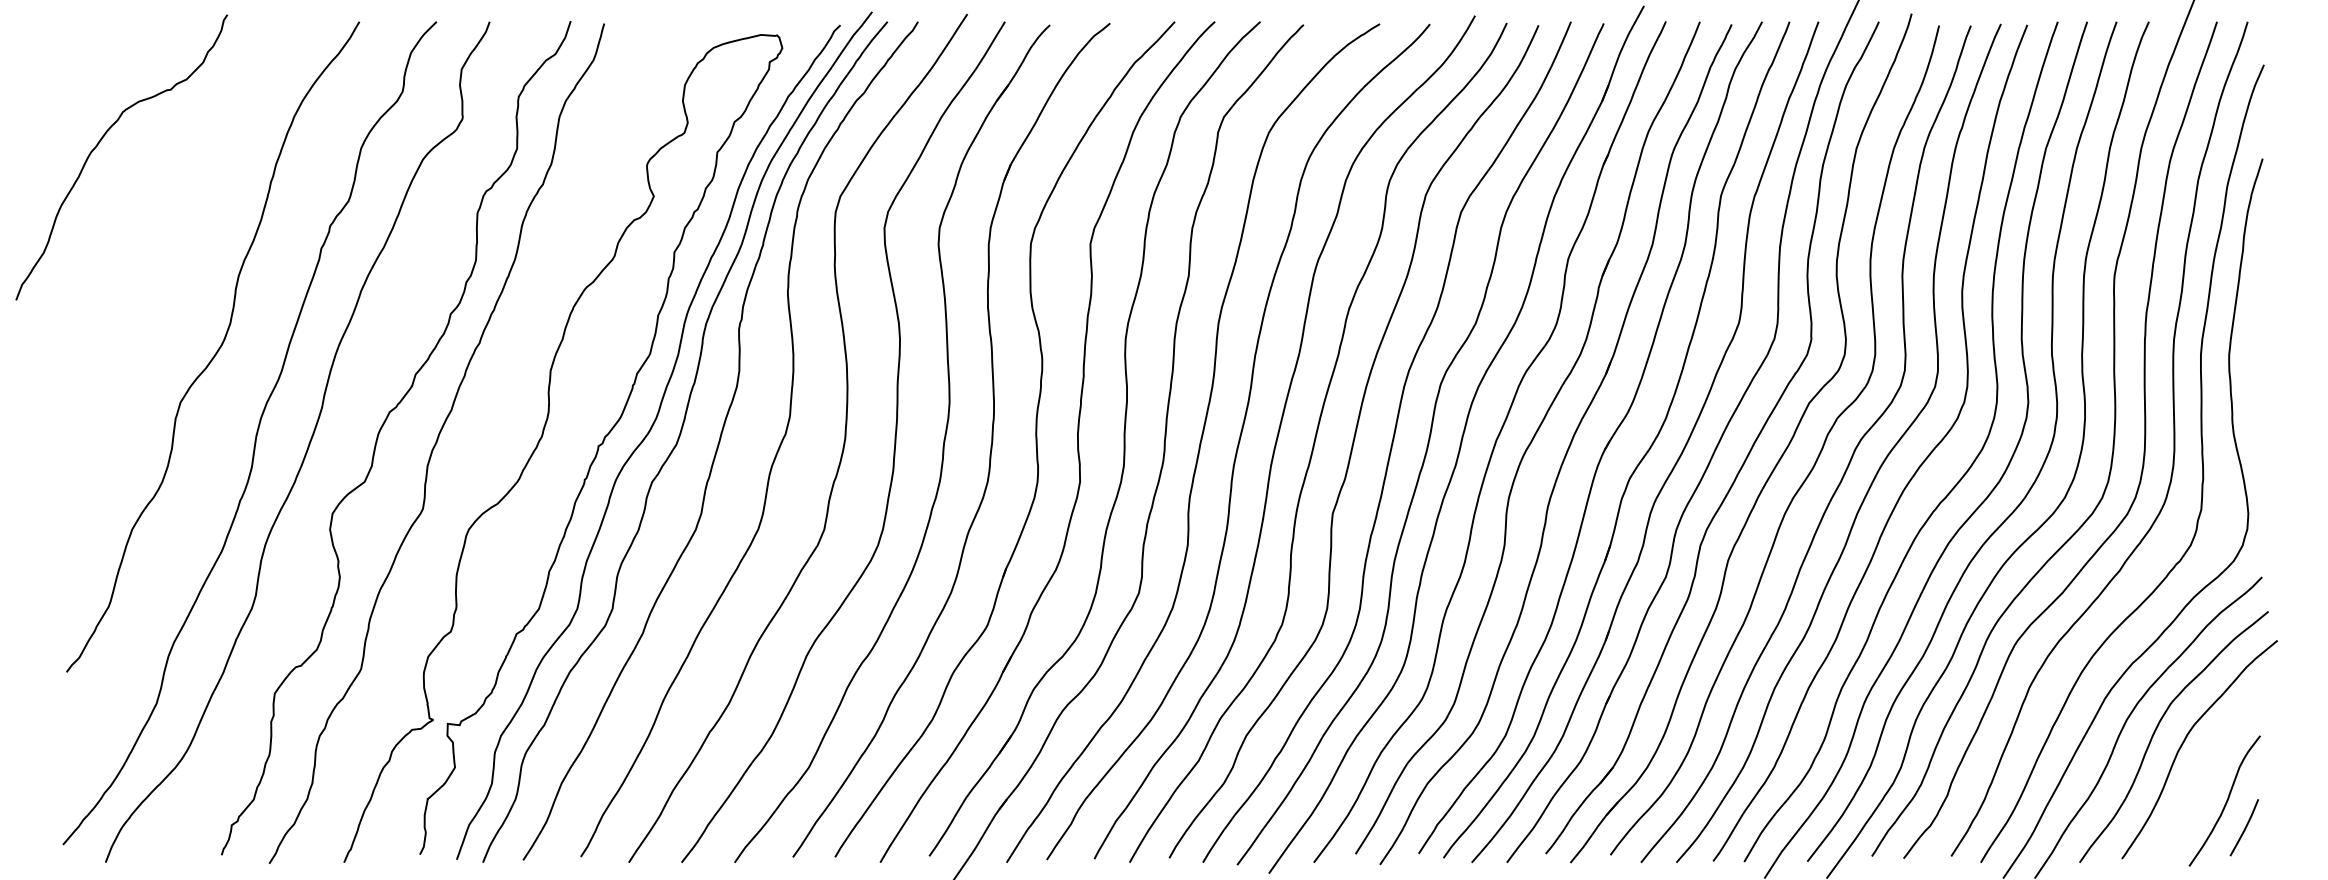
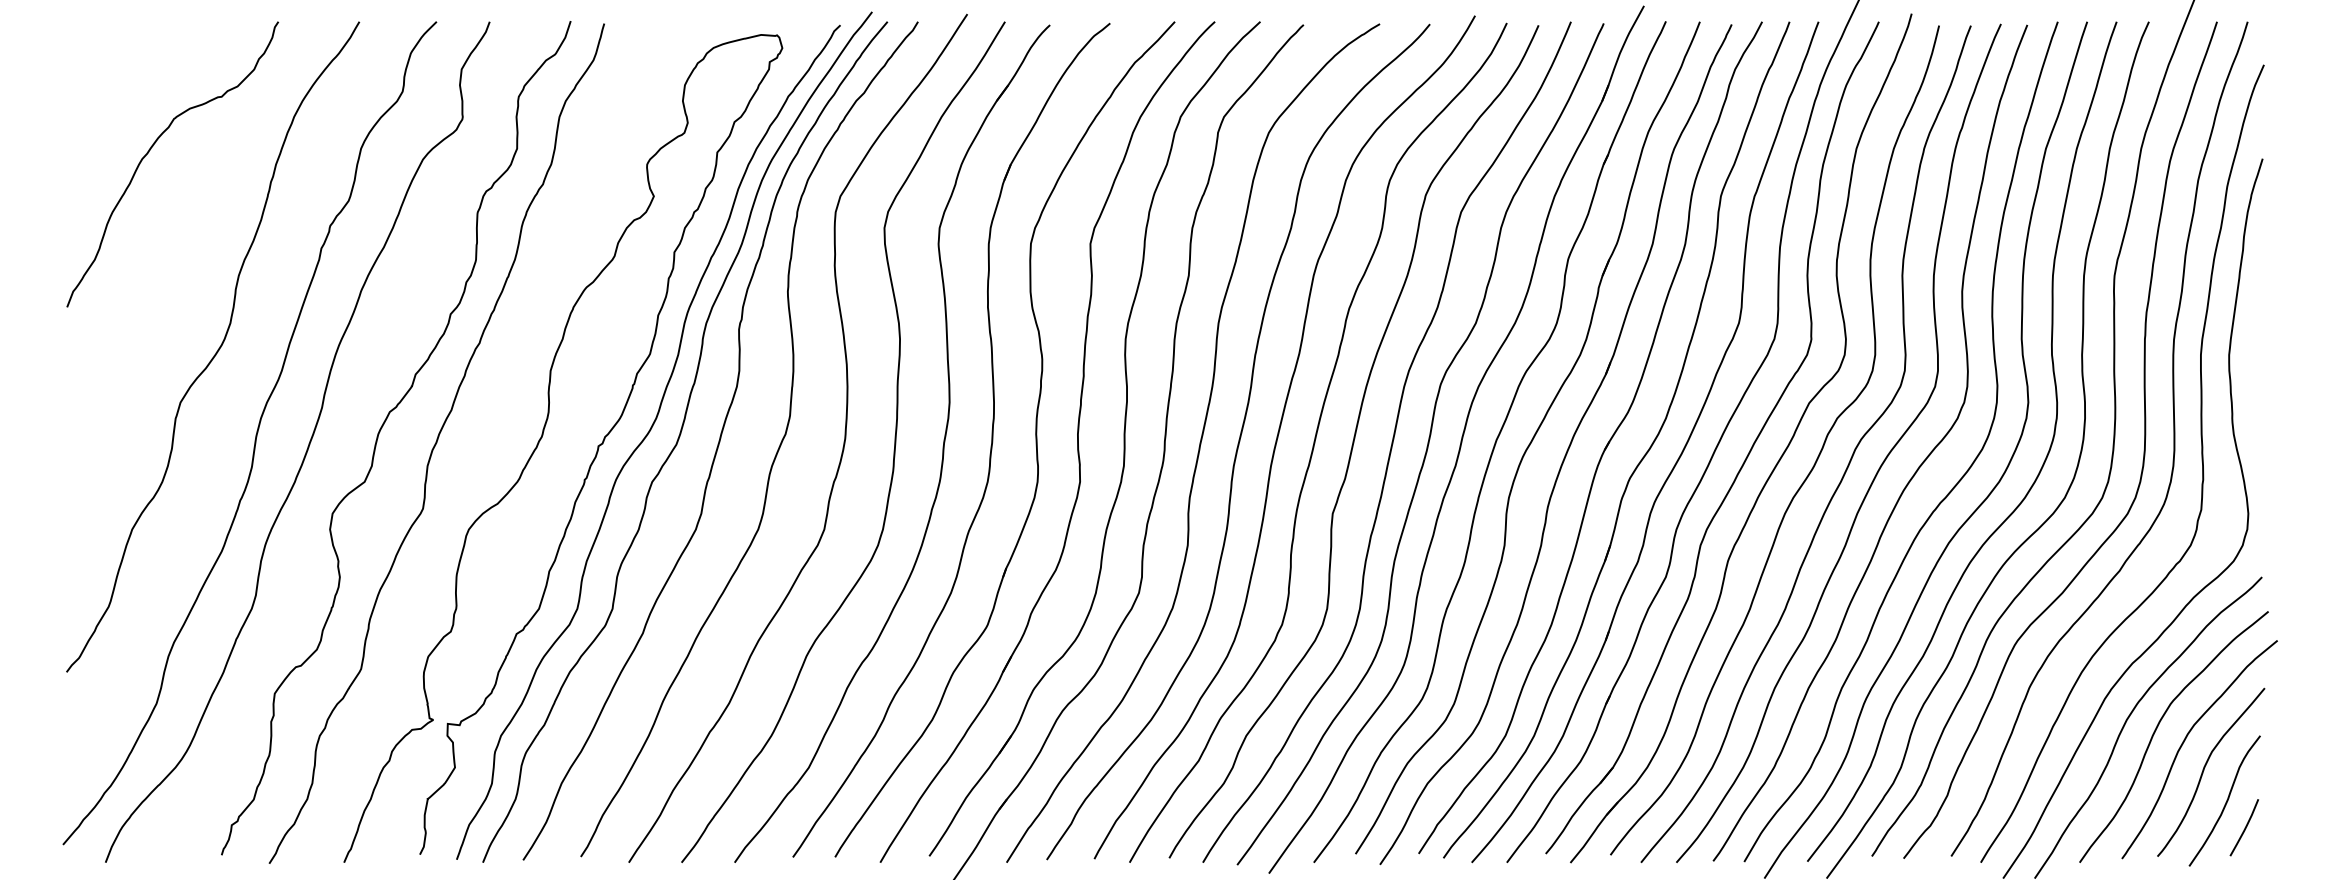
curve at (100, 142) position: (100, 142) -> (151, 149)
curve at (2204, 770): none -> present
